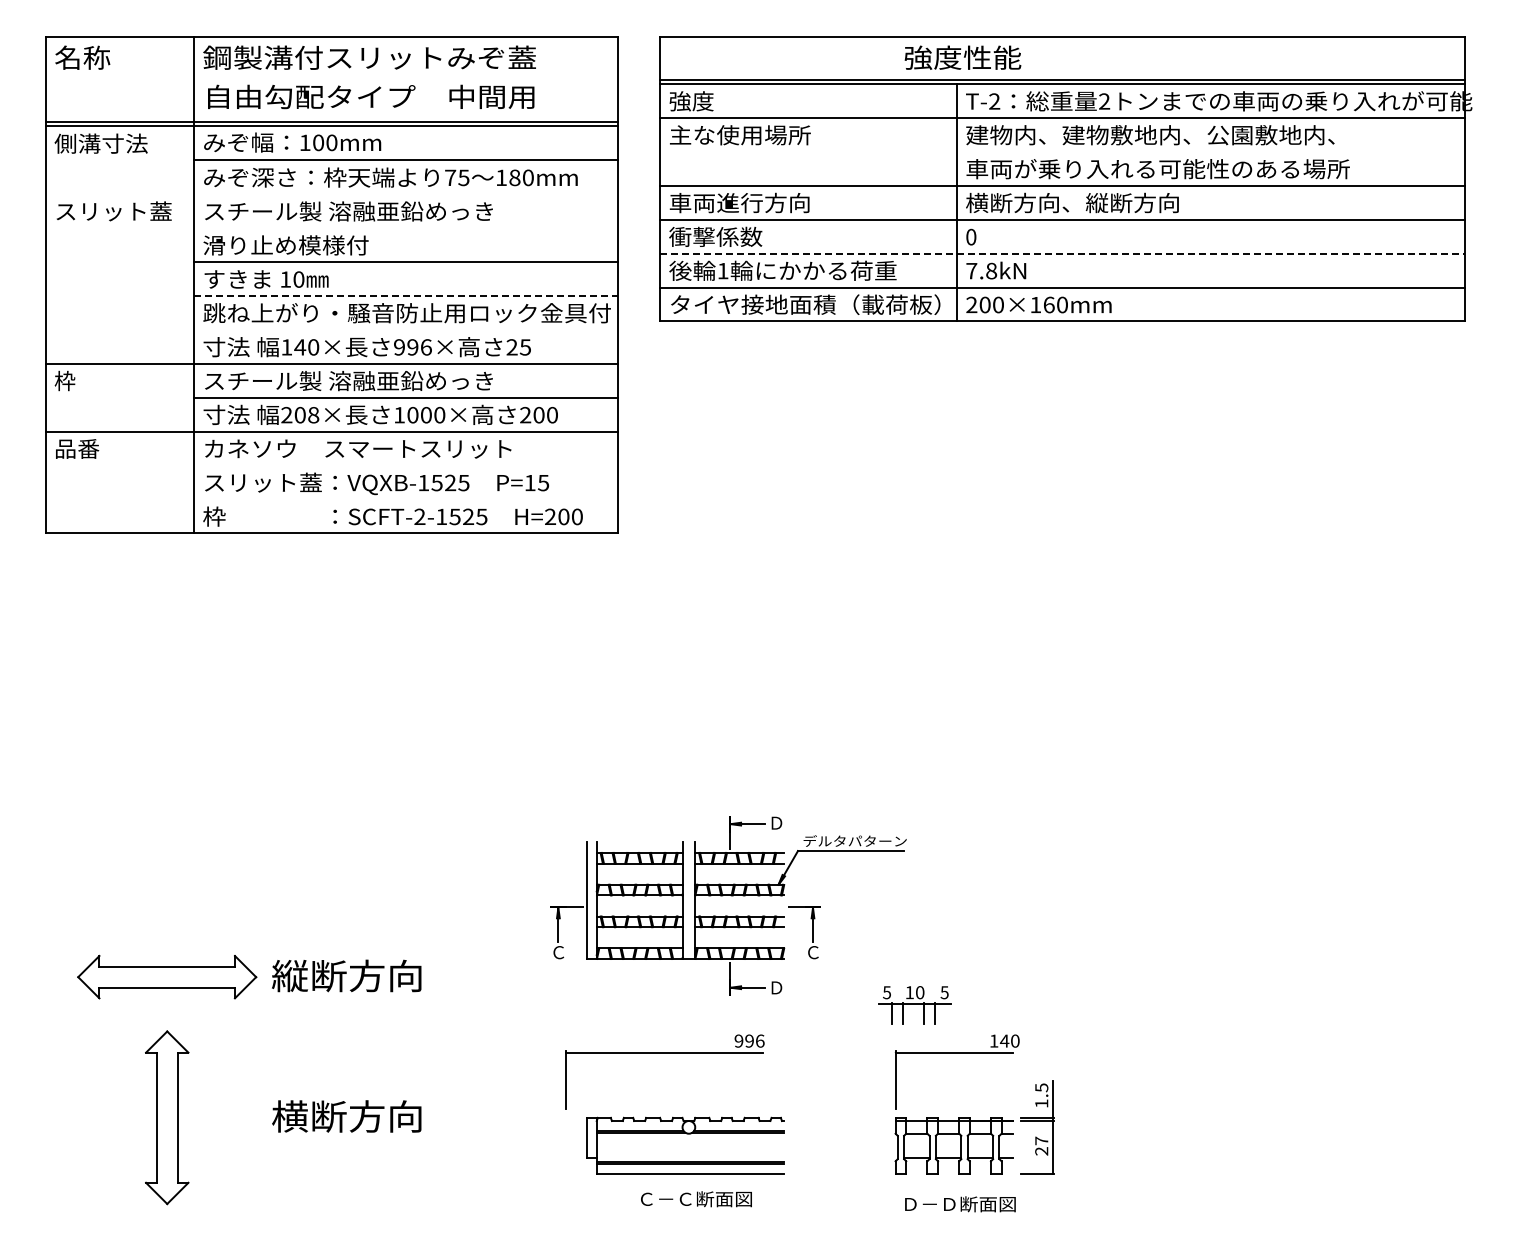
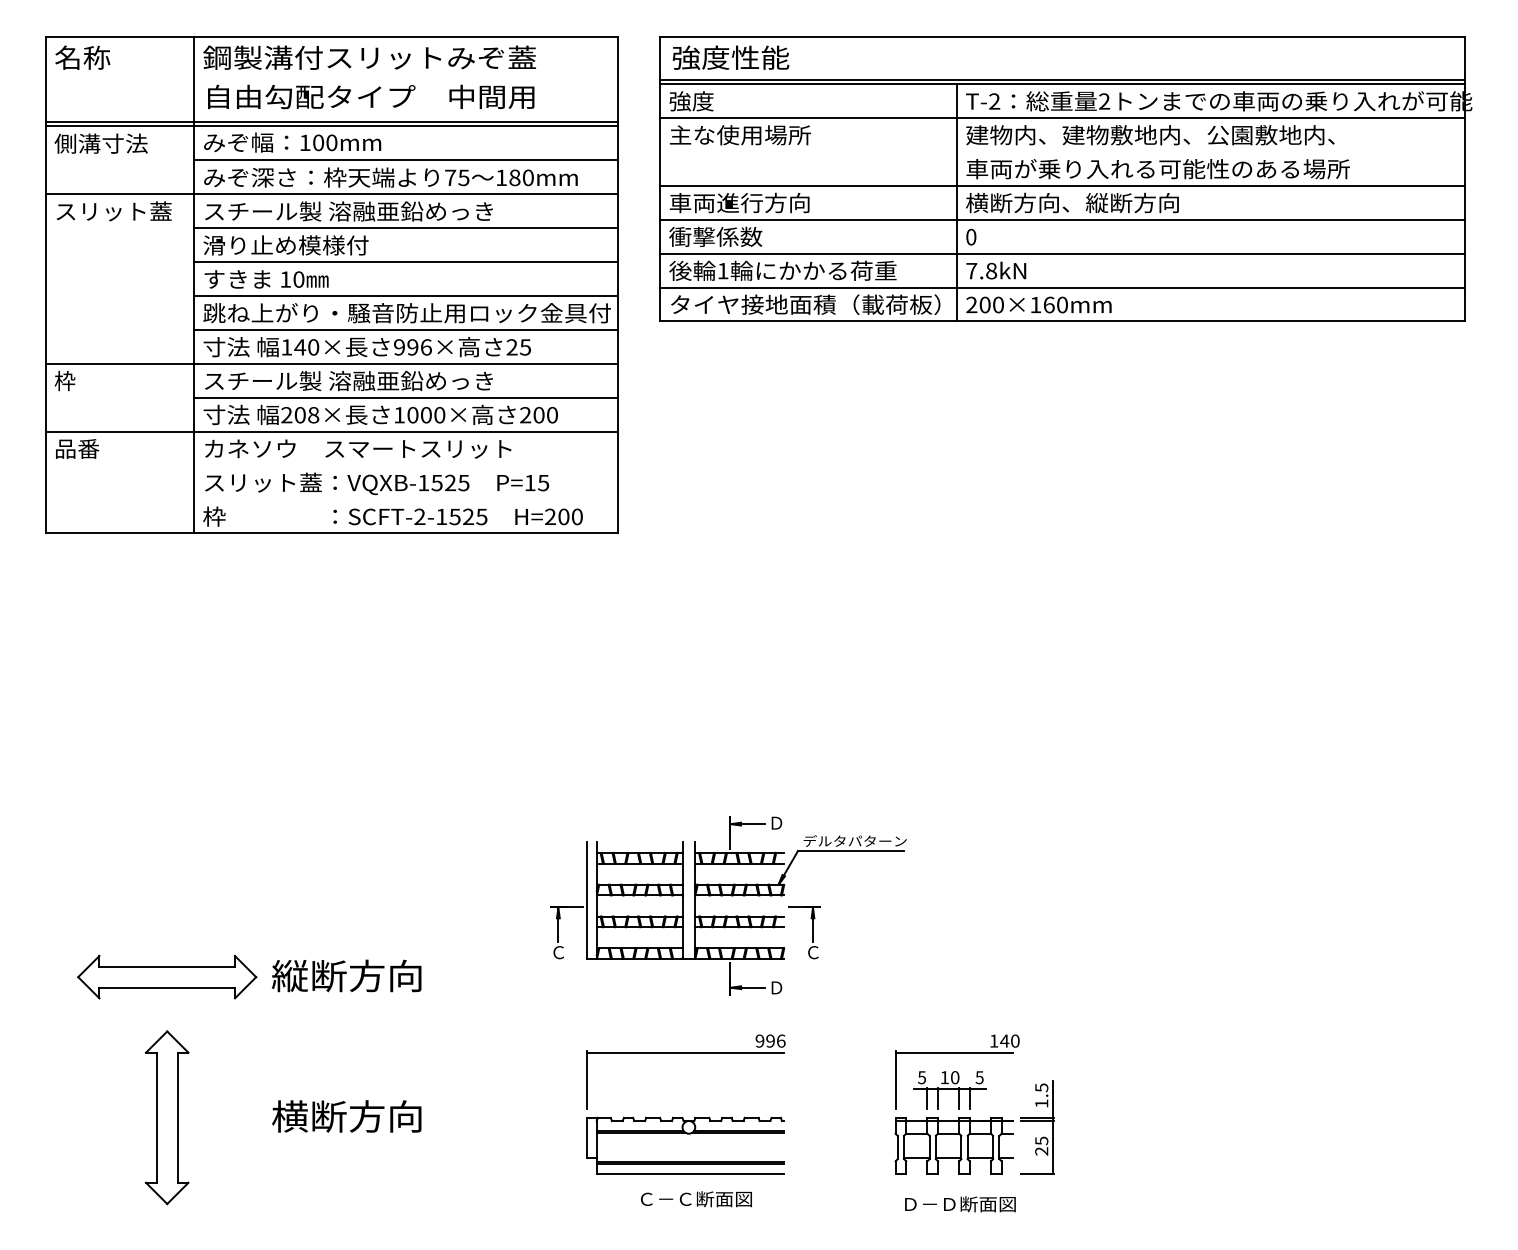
text at (962, 57) position: (962, 57) -> (730, 57)
line at (331, 194): none -> present
line at (405, 228): none -> present
line at (1062, 253): dashed -> solid
line at (405, 295): dashed -> solid
line at (405, 329): none -> present
part at (914, 1005) position: (914, 1005) -> (949, 1090)
part at (664, 1053) position: (664, 1053) -> (685, 1053)
text at (1041, 1140): 27 -> 25
